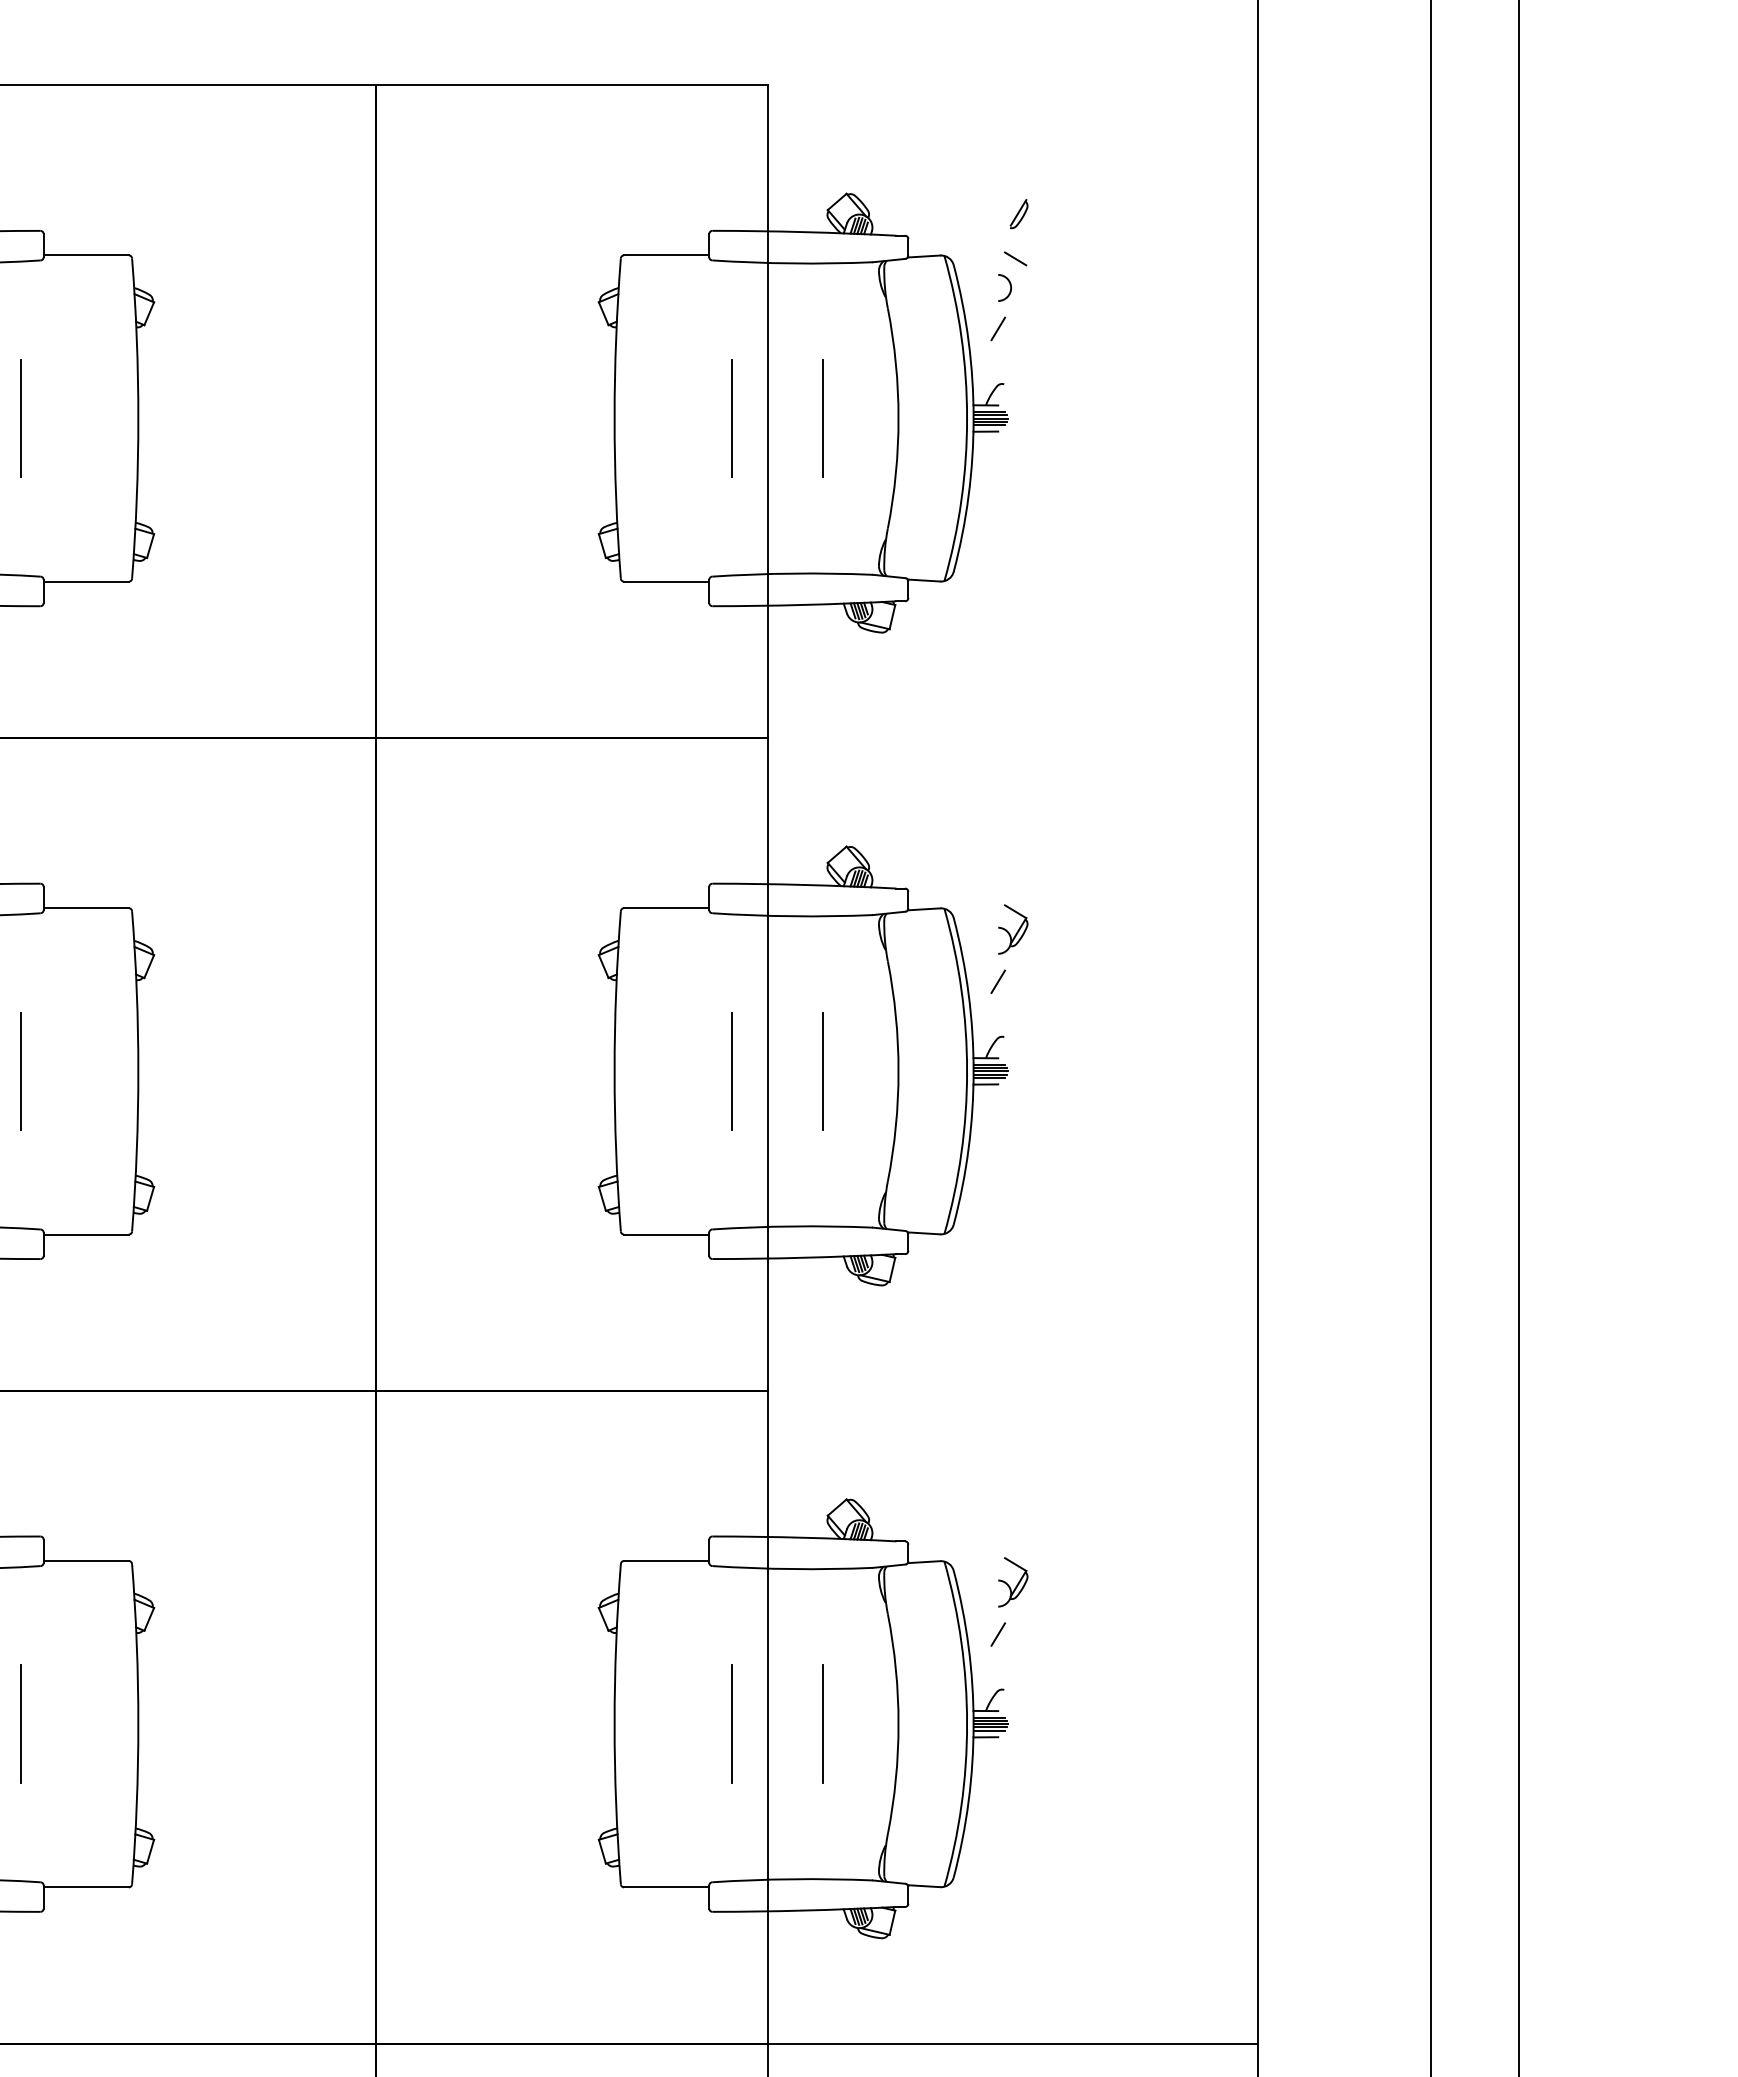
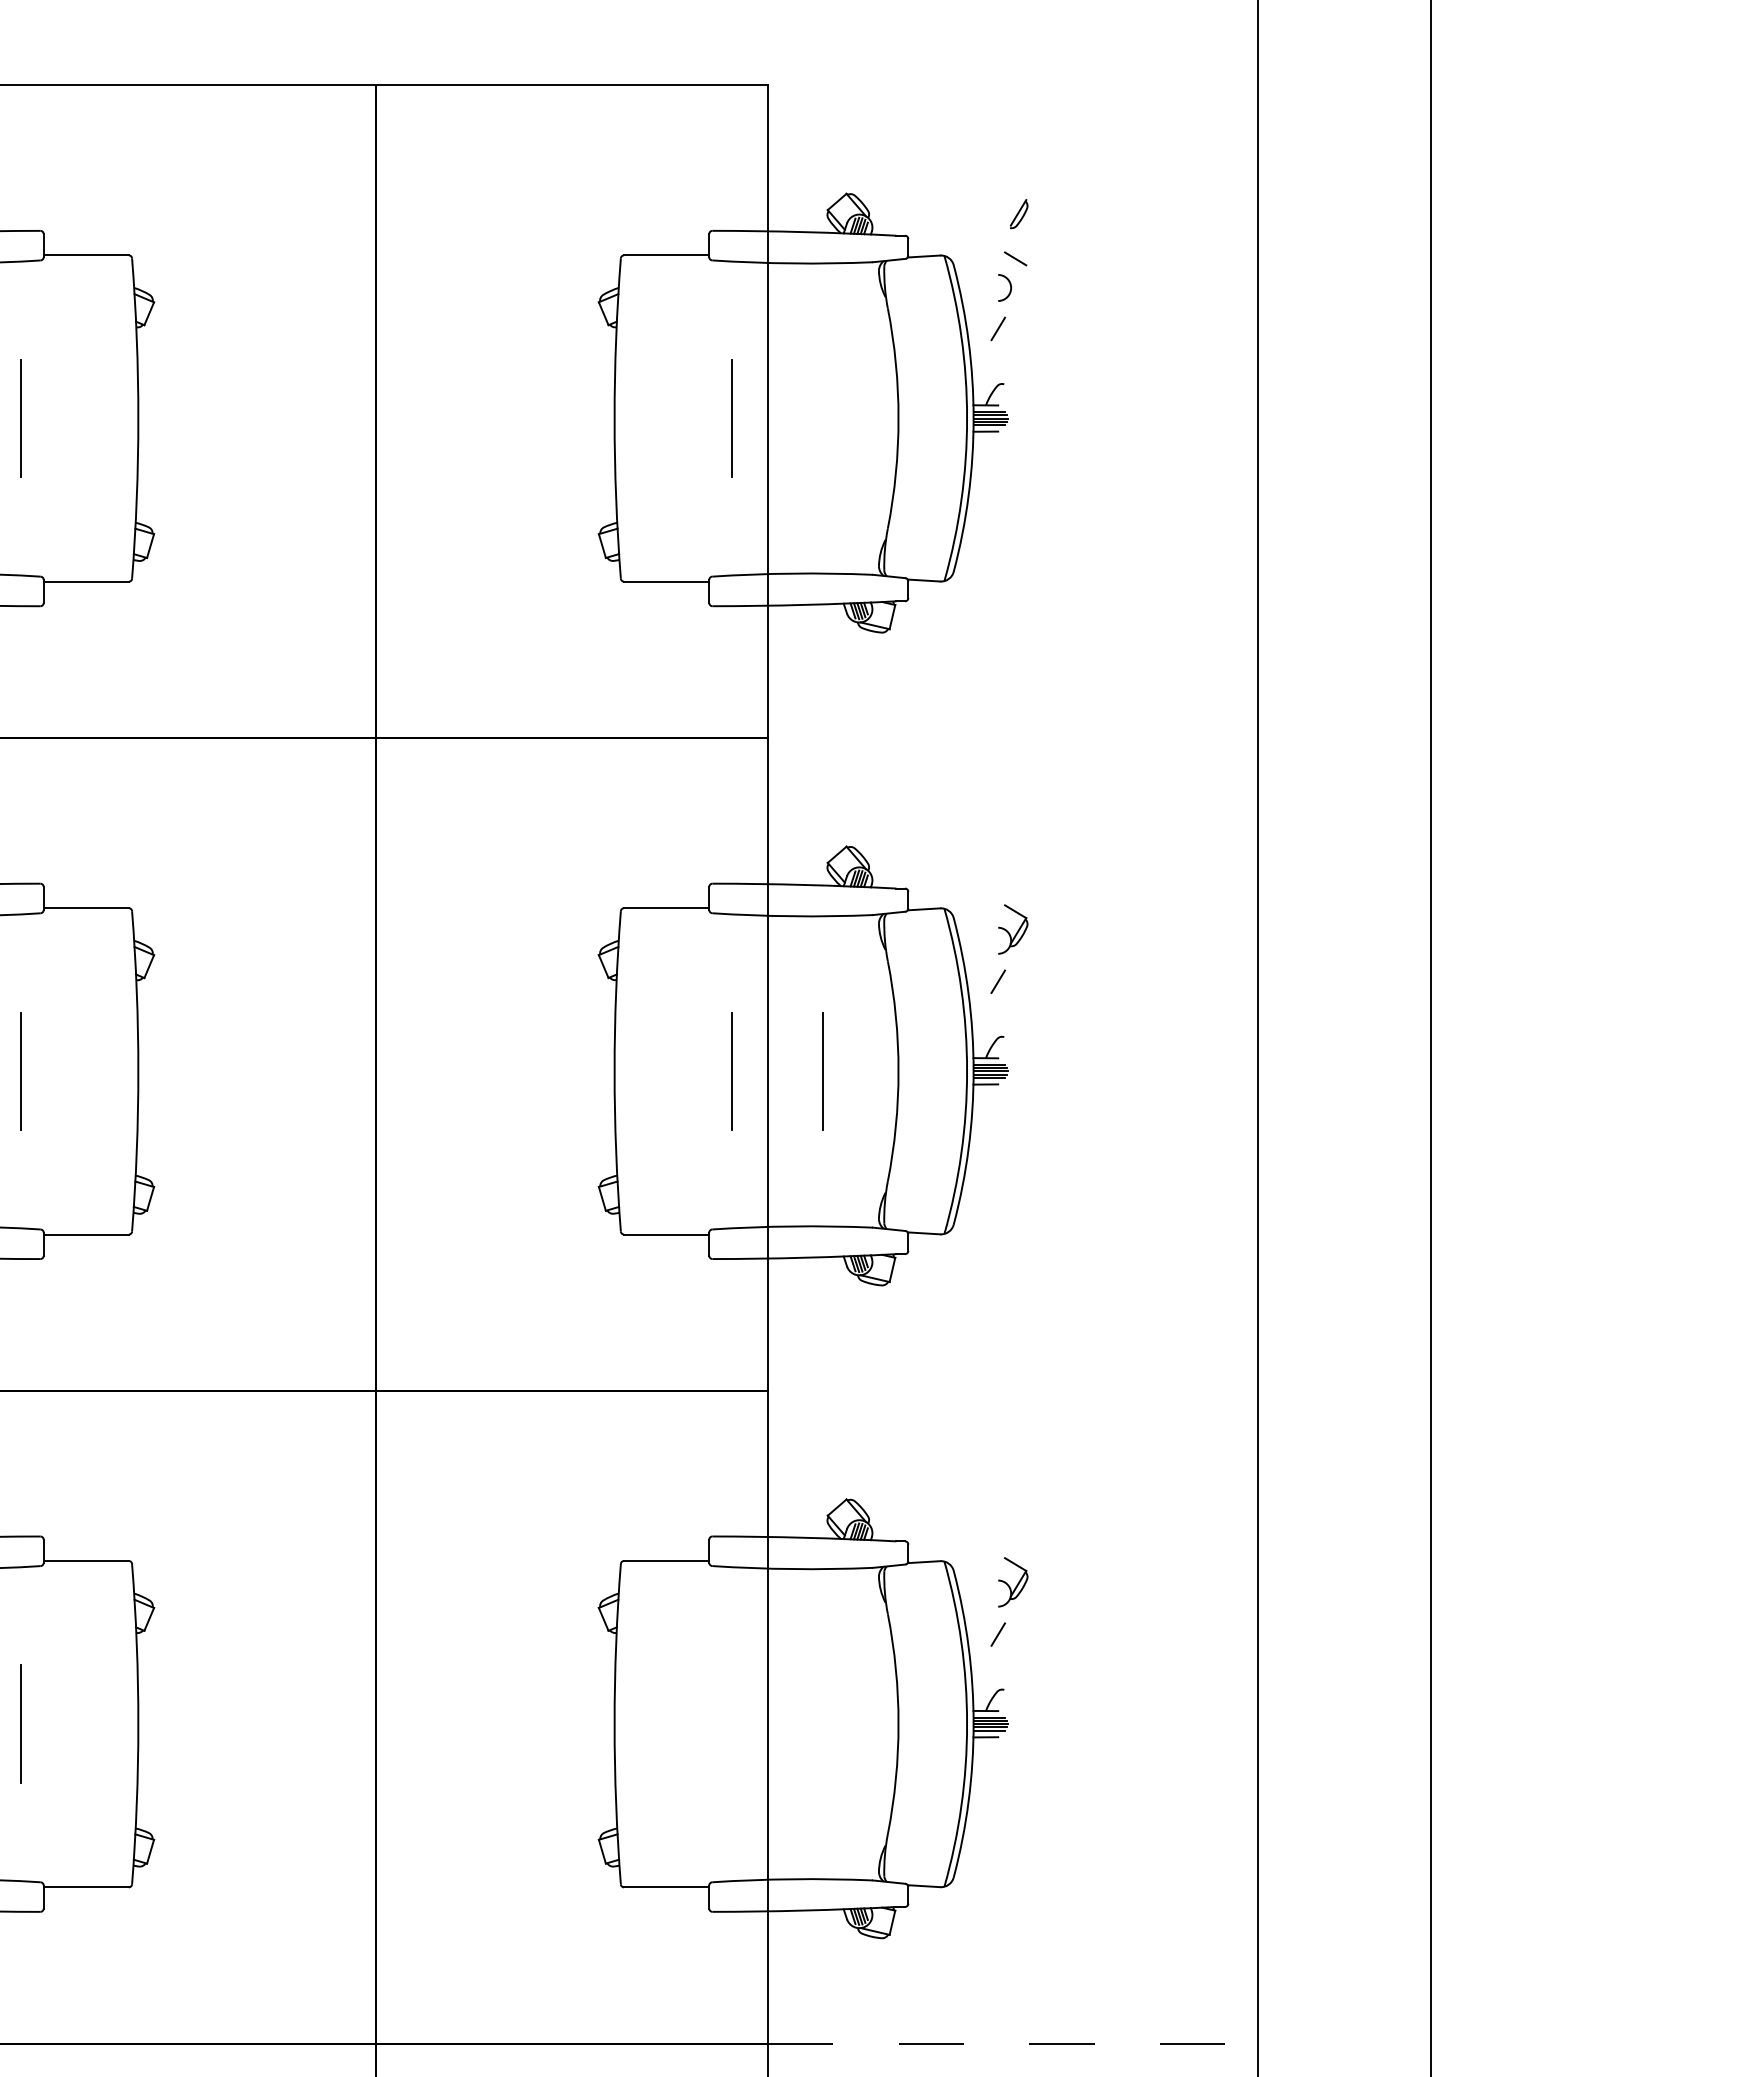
line at (822, 418): present -> none
line at (1518, 1037): present -> none
line at (731, 1723): present -> none
line at (823, 1723): present -> none
line at (1012, 2043): solid -> dashed
